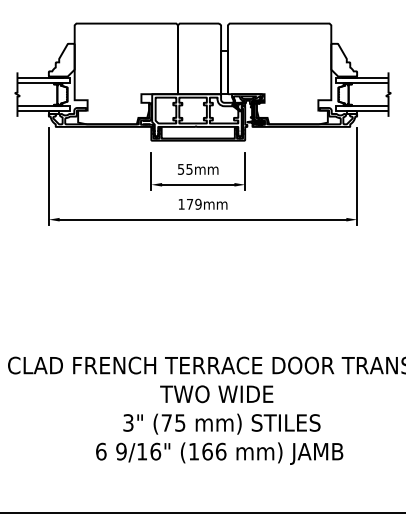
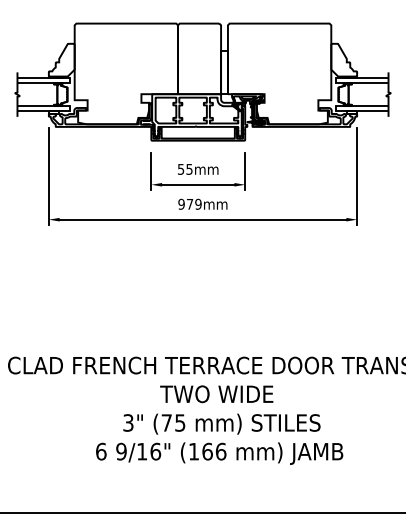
text at (181, 203): 179mm -> 979mm
